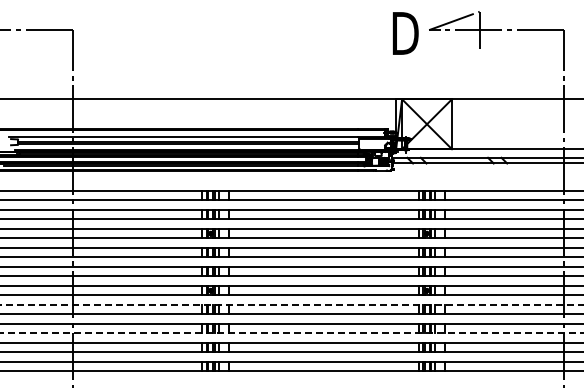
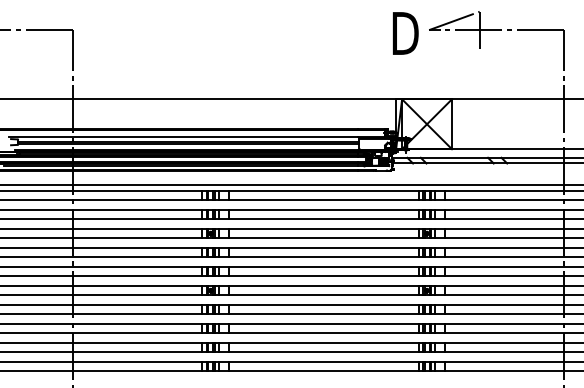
line at (291, 185): none -> present
line at (291, 304): dashed -> solid
line at (292, 333): dashed -> solid
